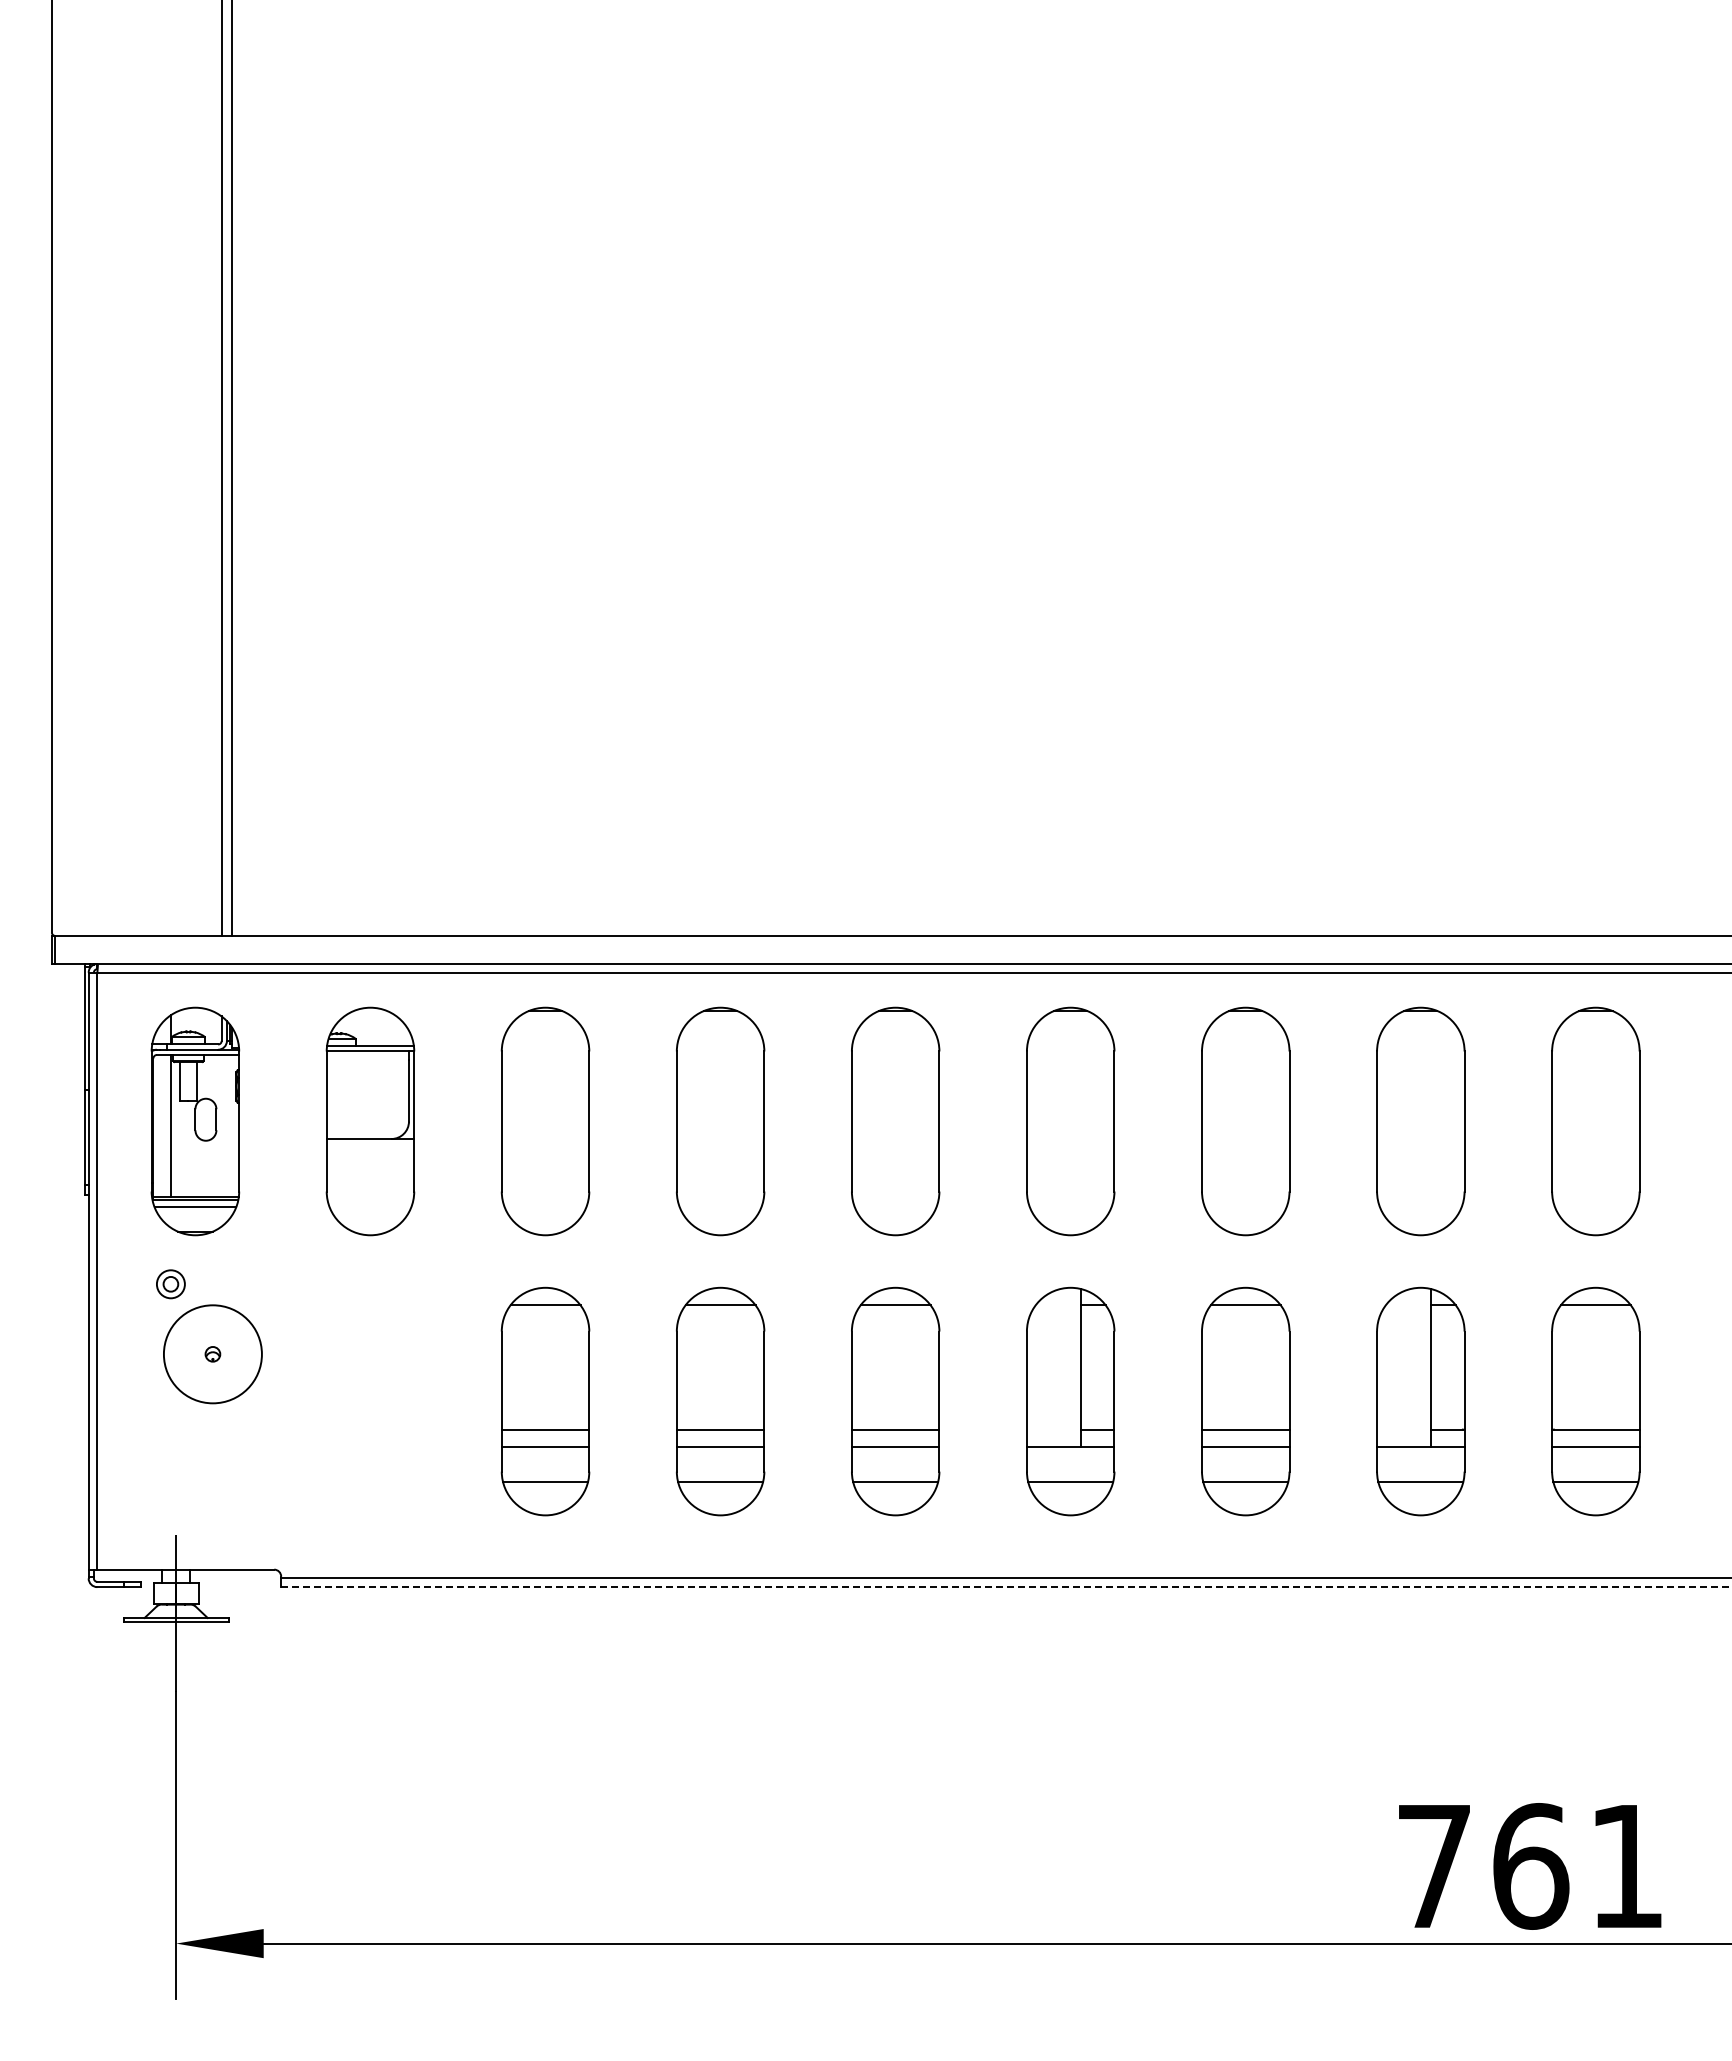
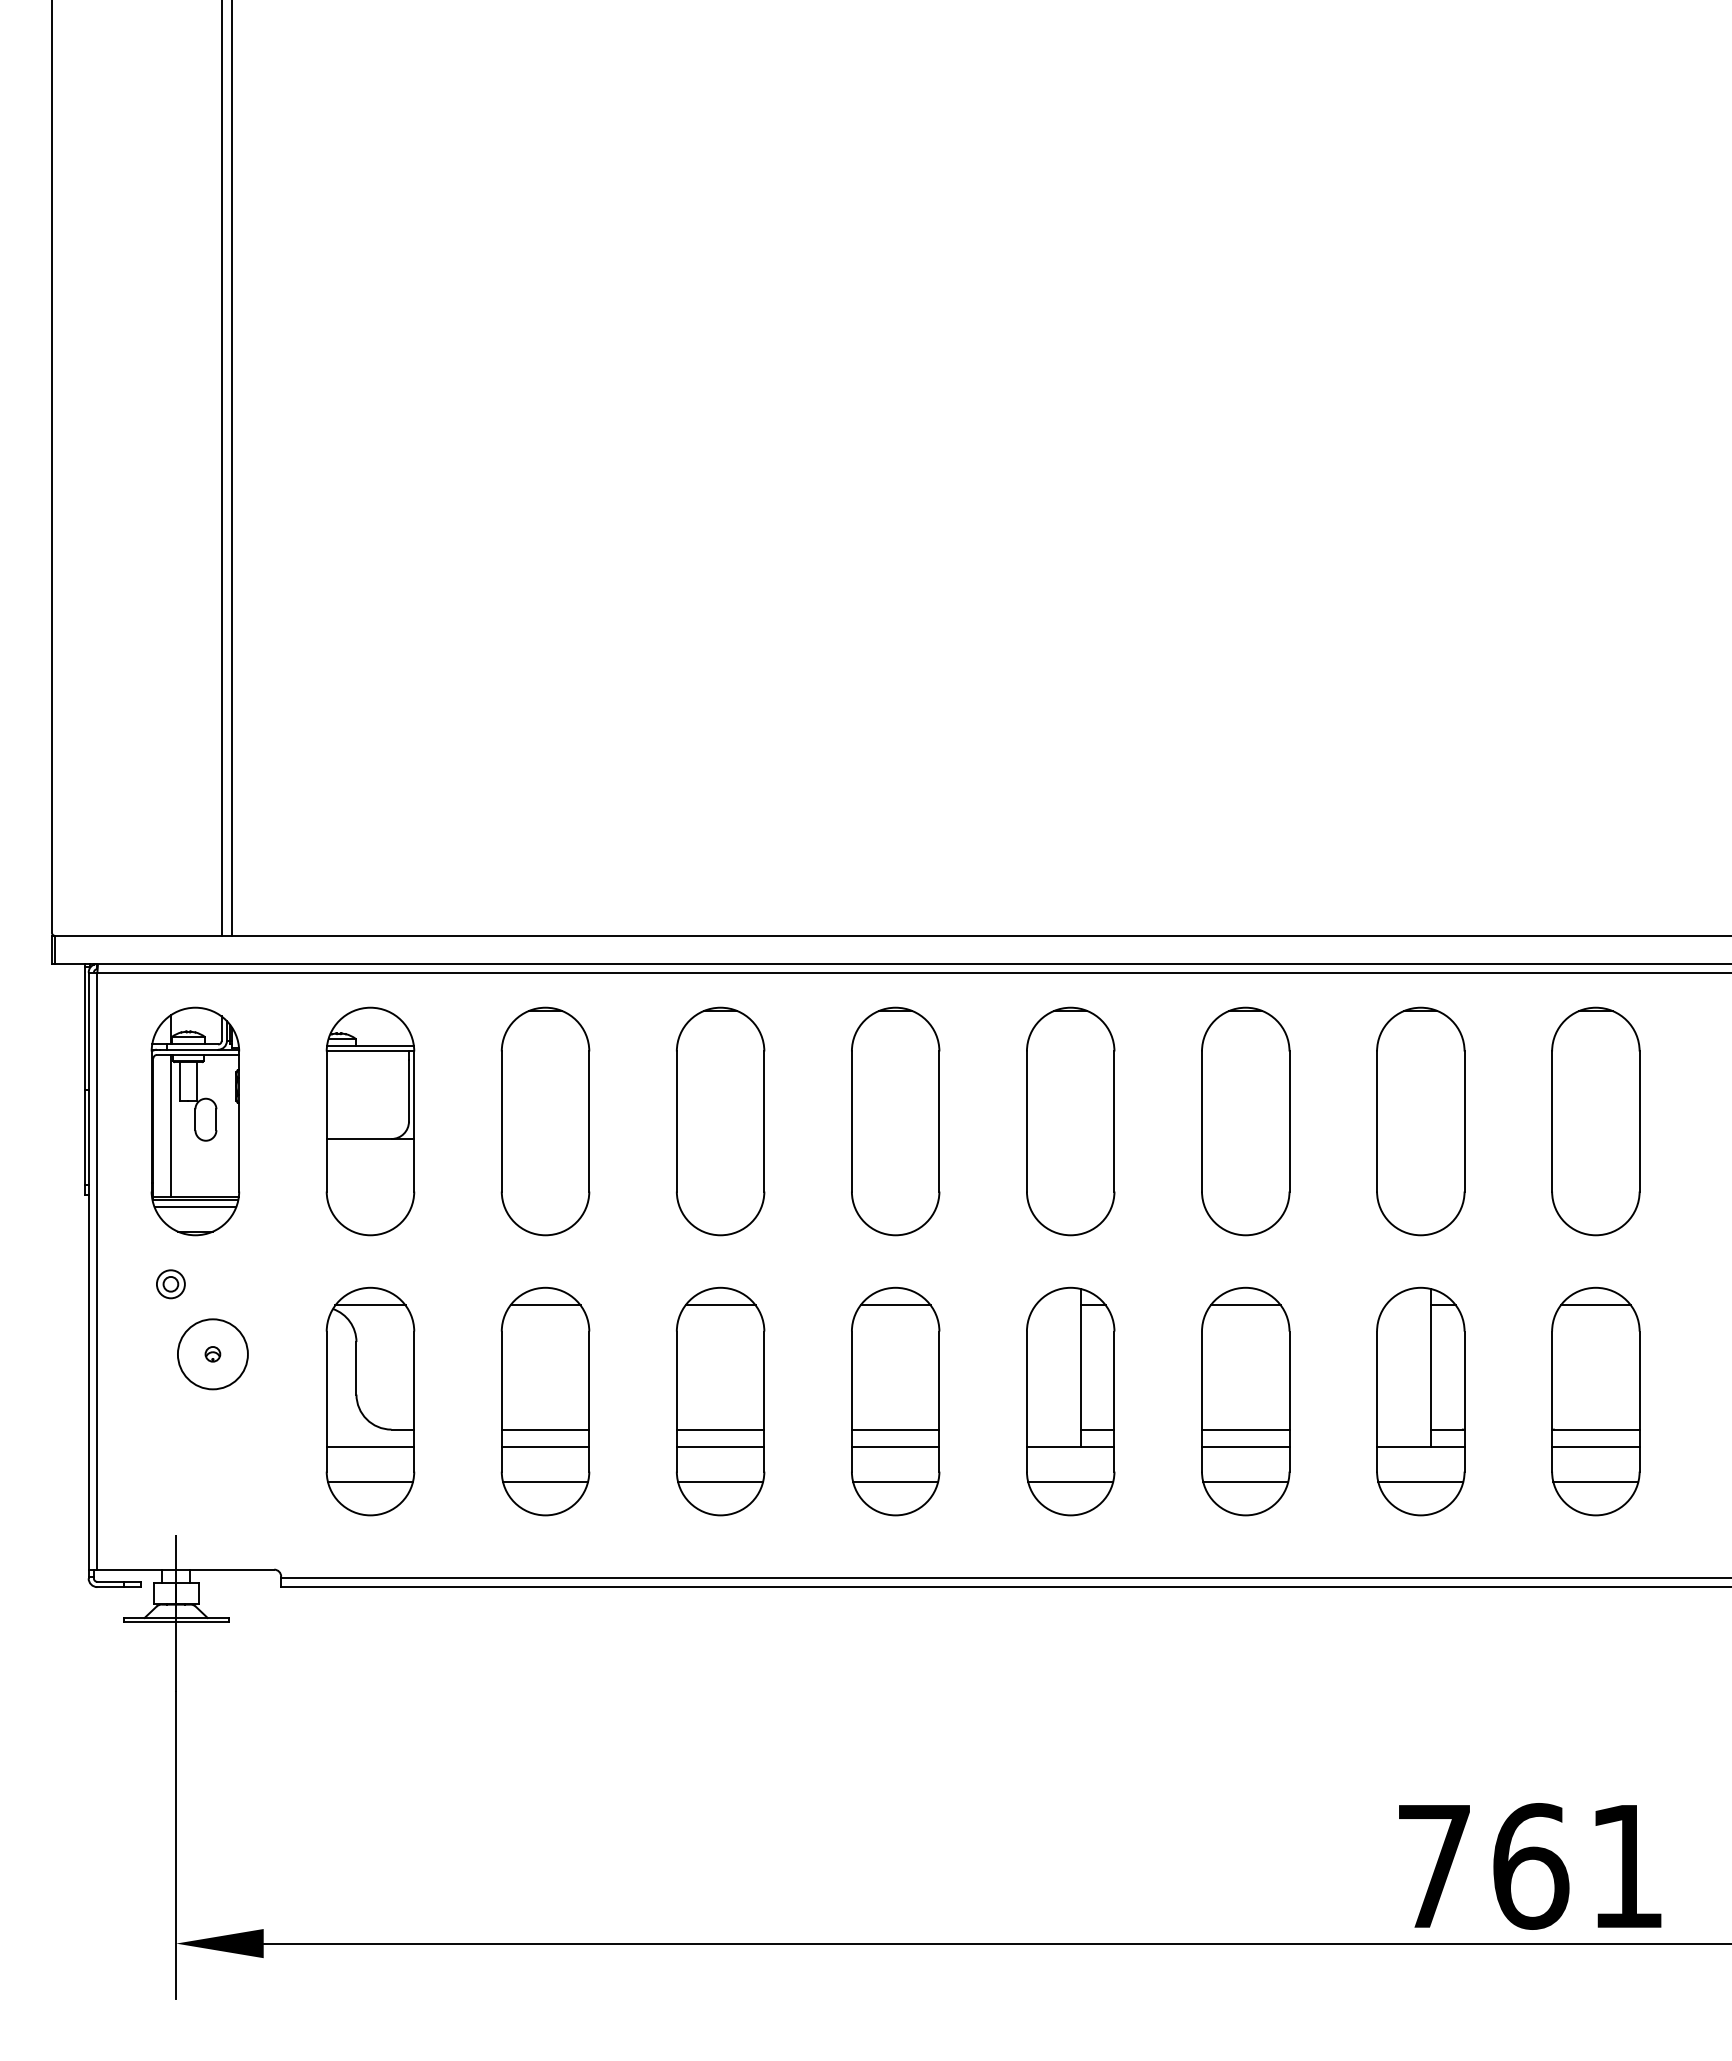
circle at (212, 1354) diameter: 98 px -> 70 px
part at (370, 1401): none -> present
line at (1006, 1587): dashed -> solid
